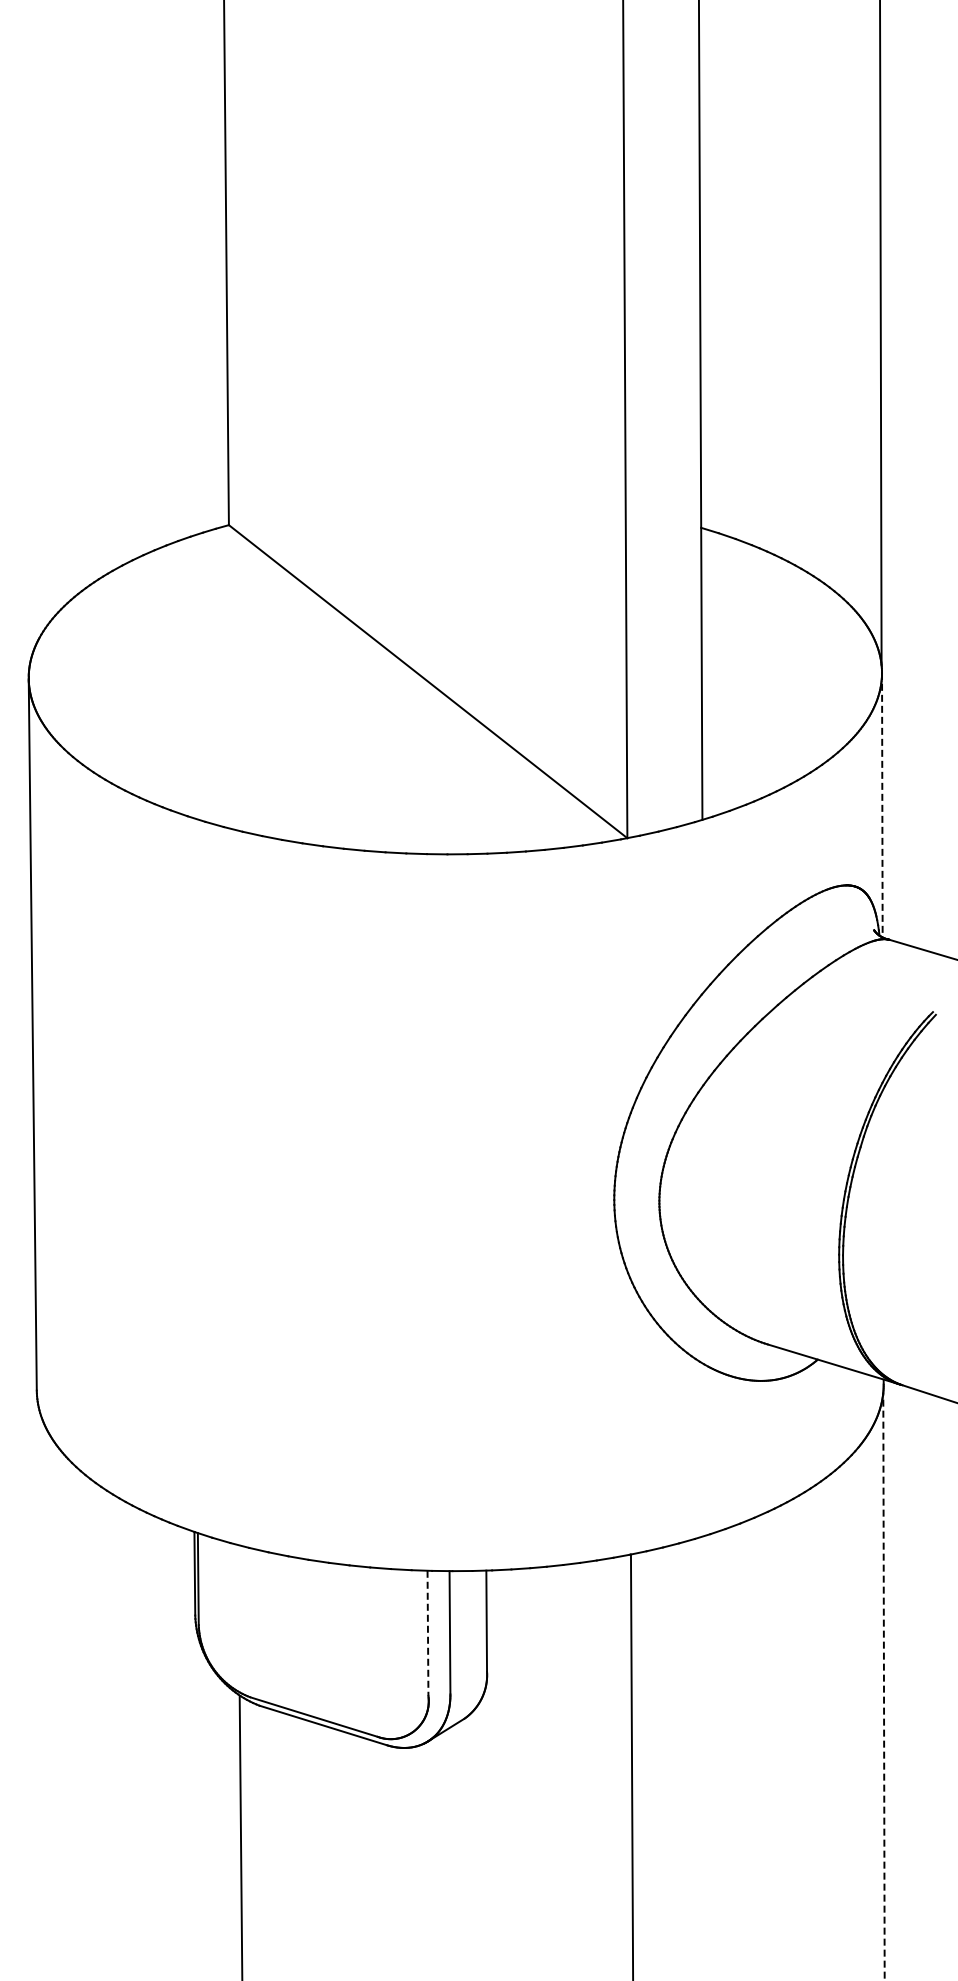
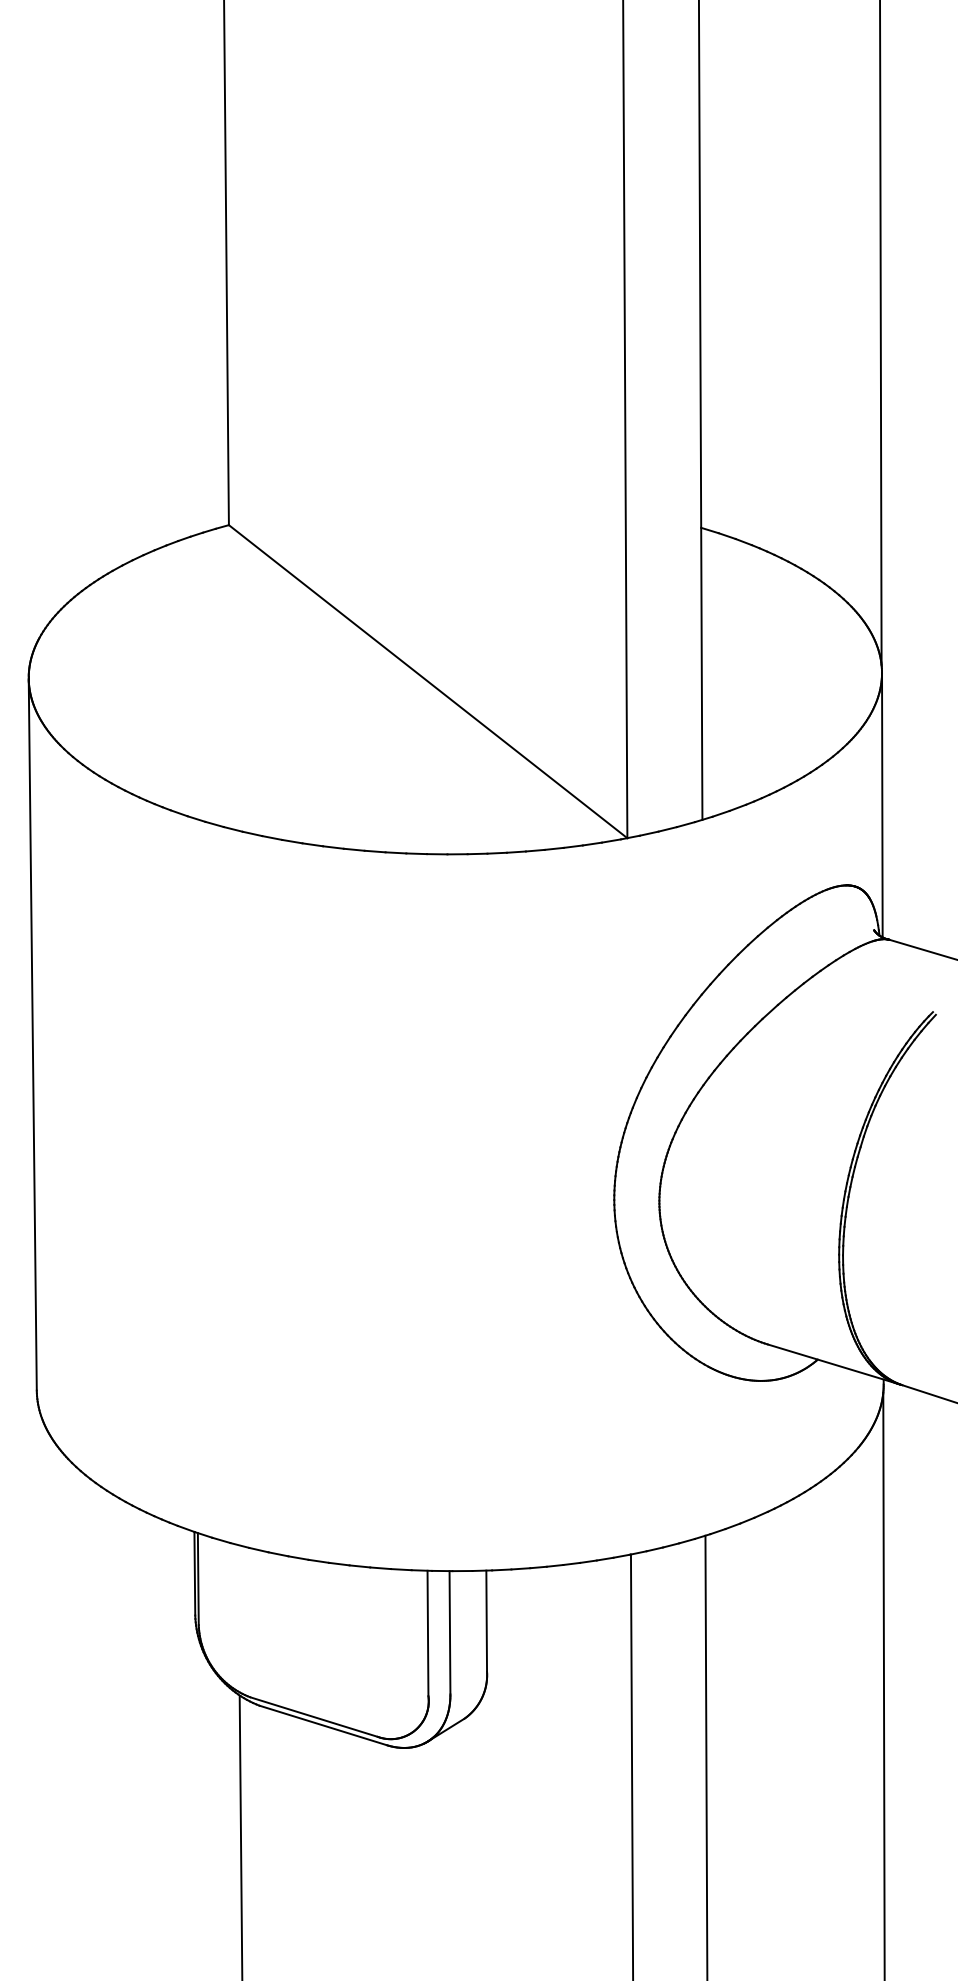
line at (882, 805): dashed -> solid
line at (427, 1633): dashed -> solid
line at (883, 1686): dashed -> solid
line at (706, 1756): none -> present
